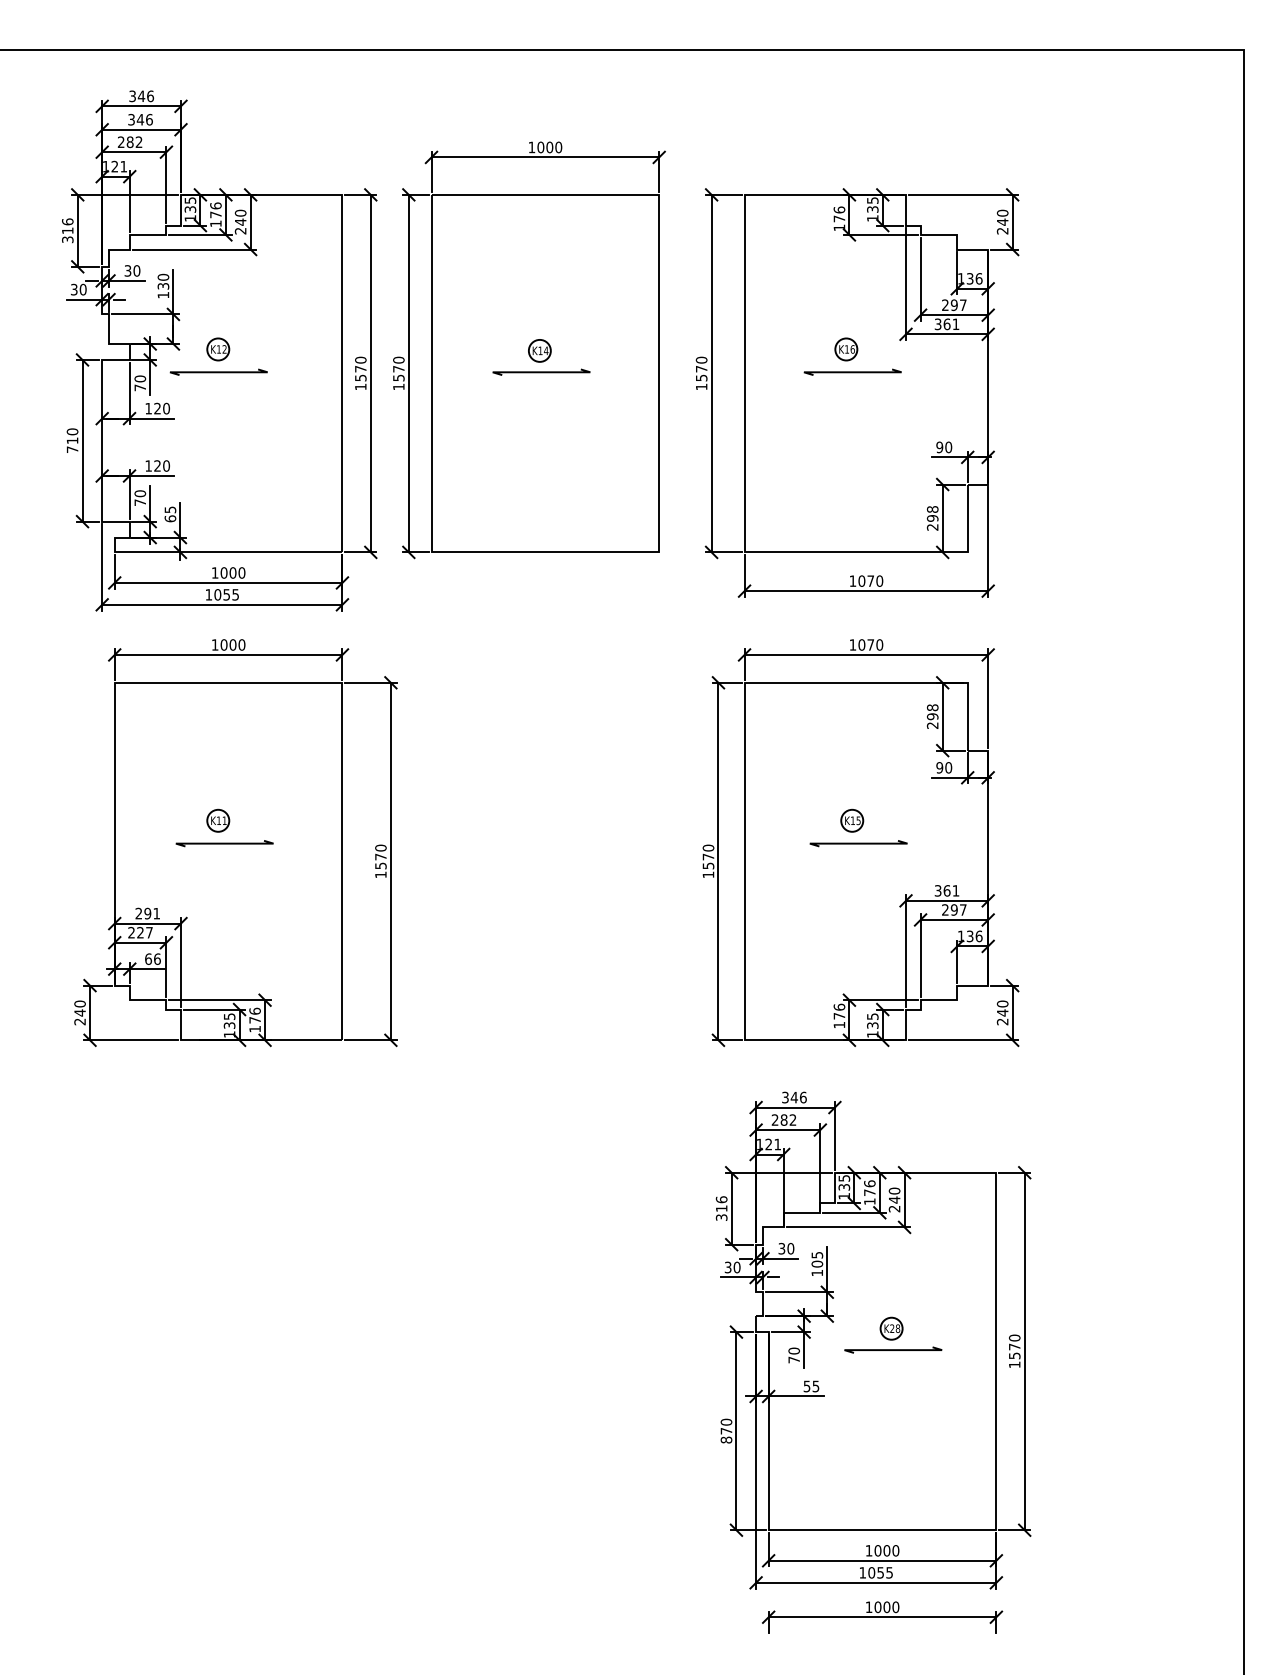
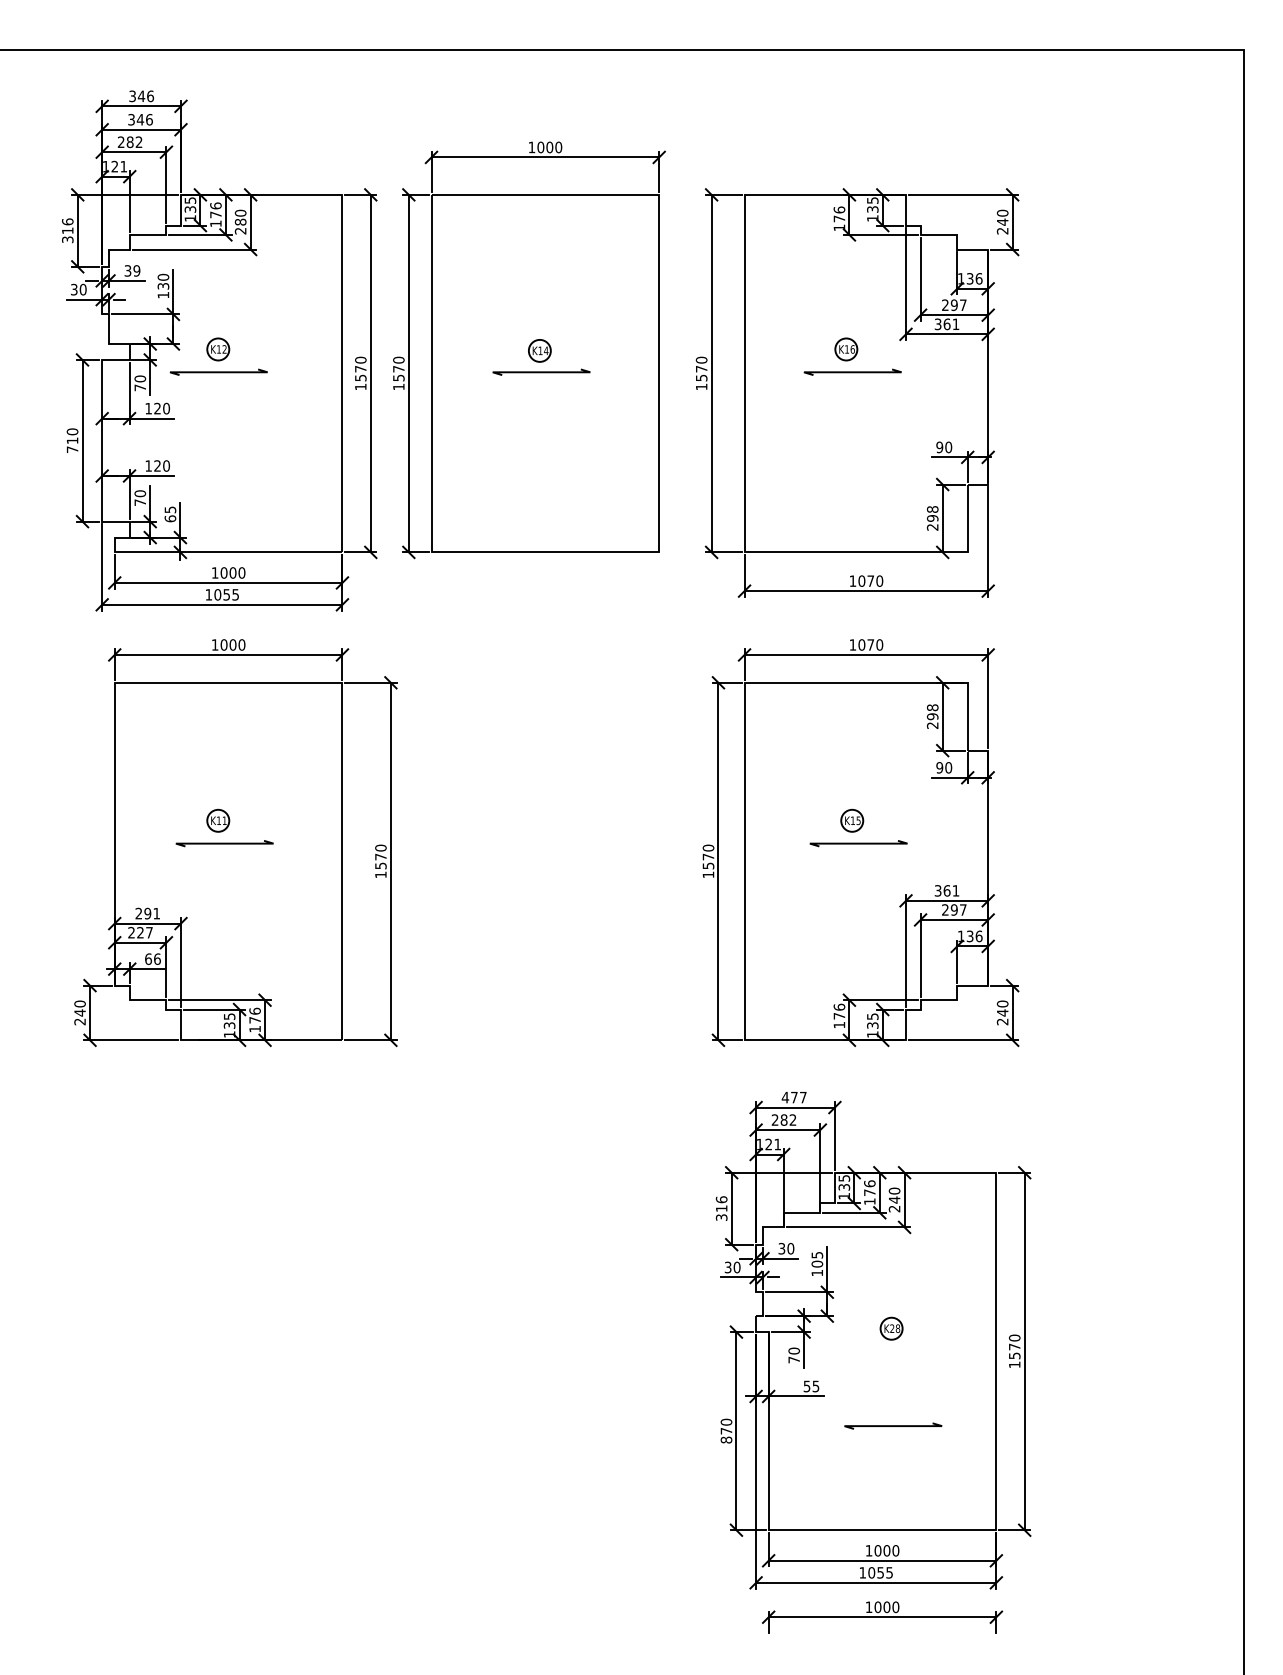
text at (240, 222): 240 -> 280
text at (136, 270): 30 -> 39
text at (793, 1097): 346 -> 477
line at (893, 1349) position: (893, 1349) -> (893, 1425)
